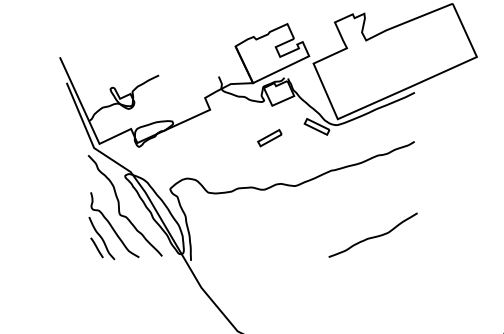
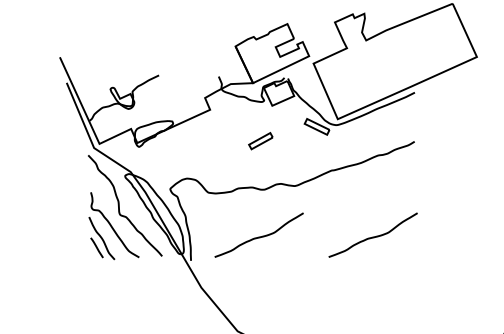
part at (269, 138) position: (269, 138) -> (260, 141)
curve at (258, 236): none -> present
